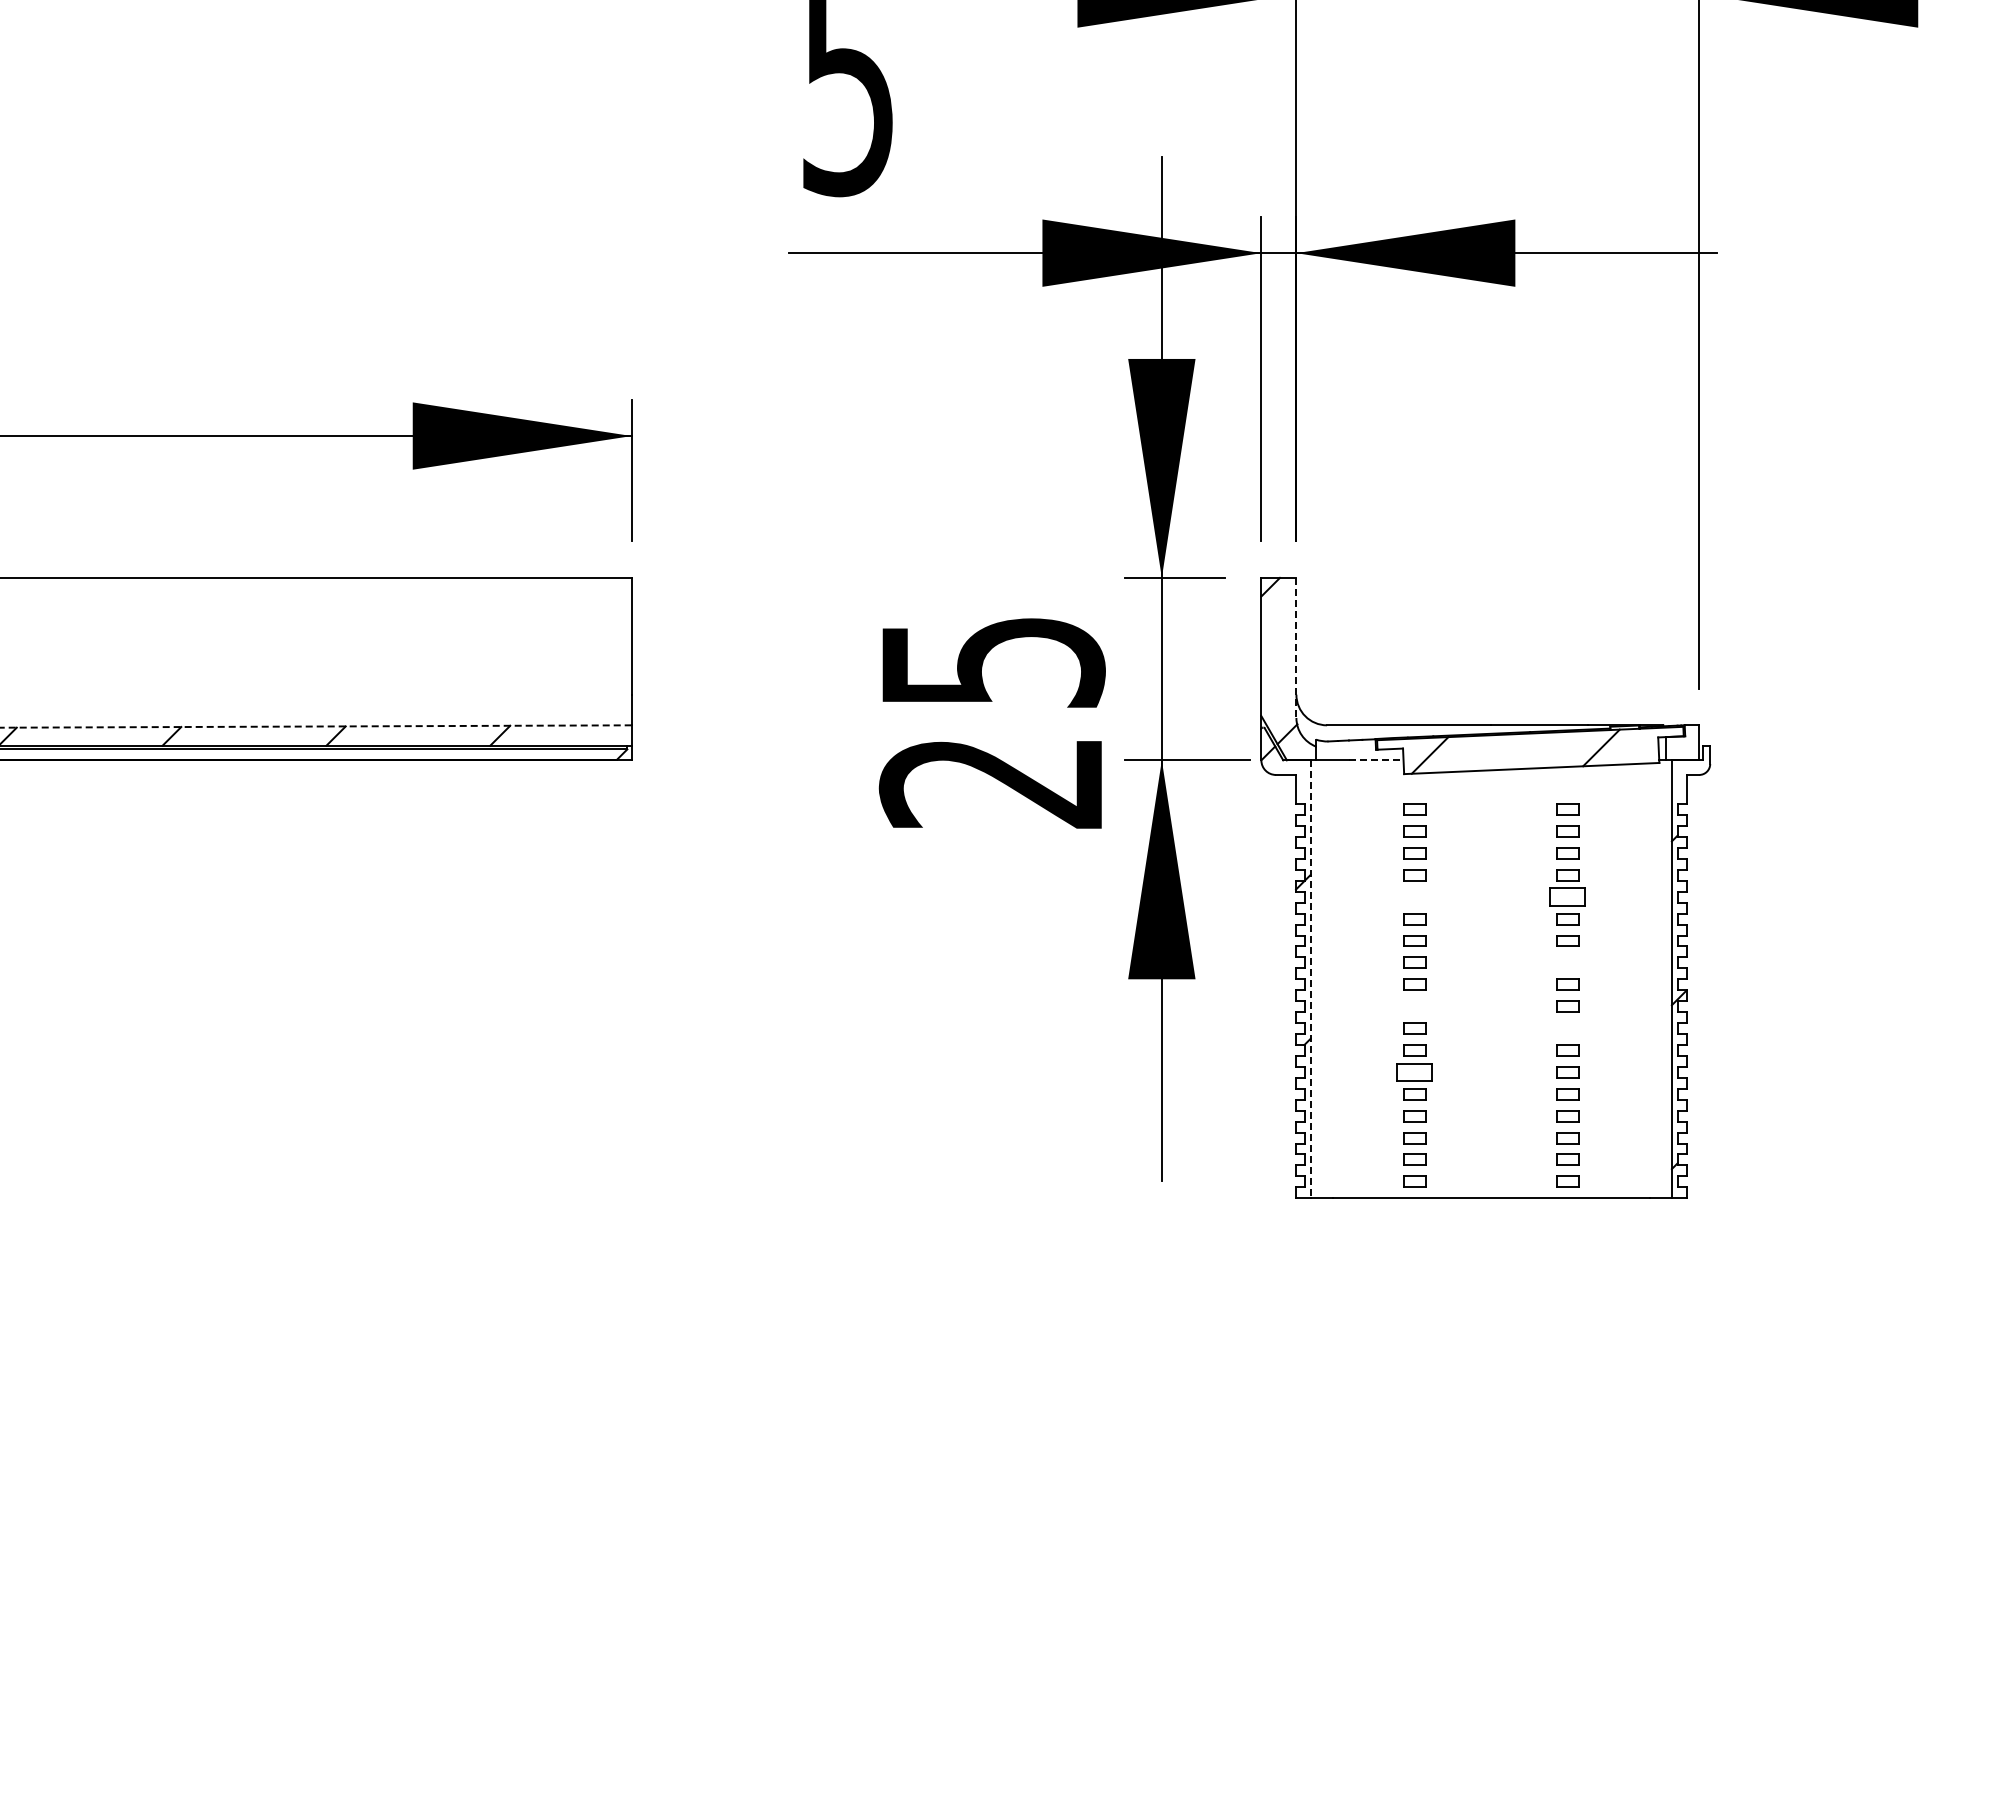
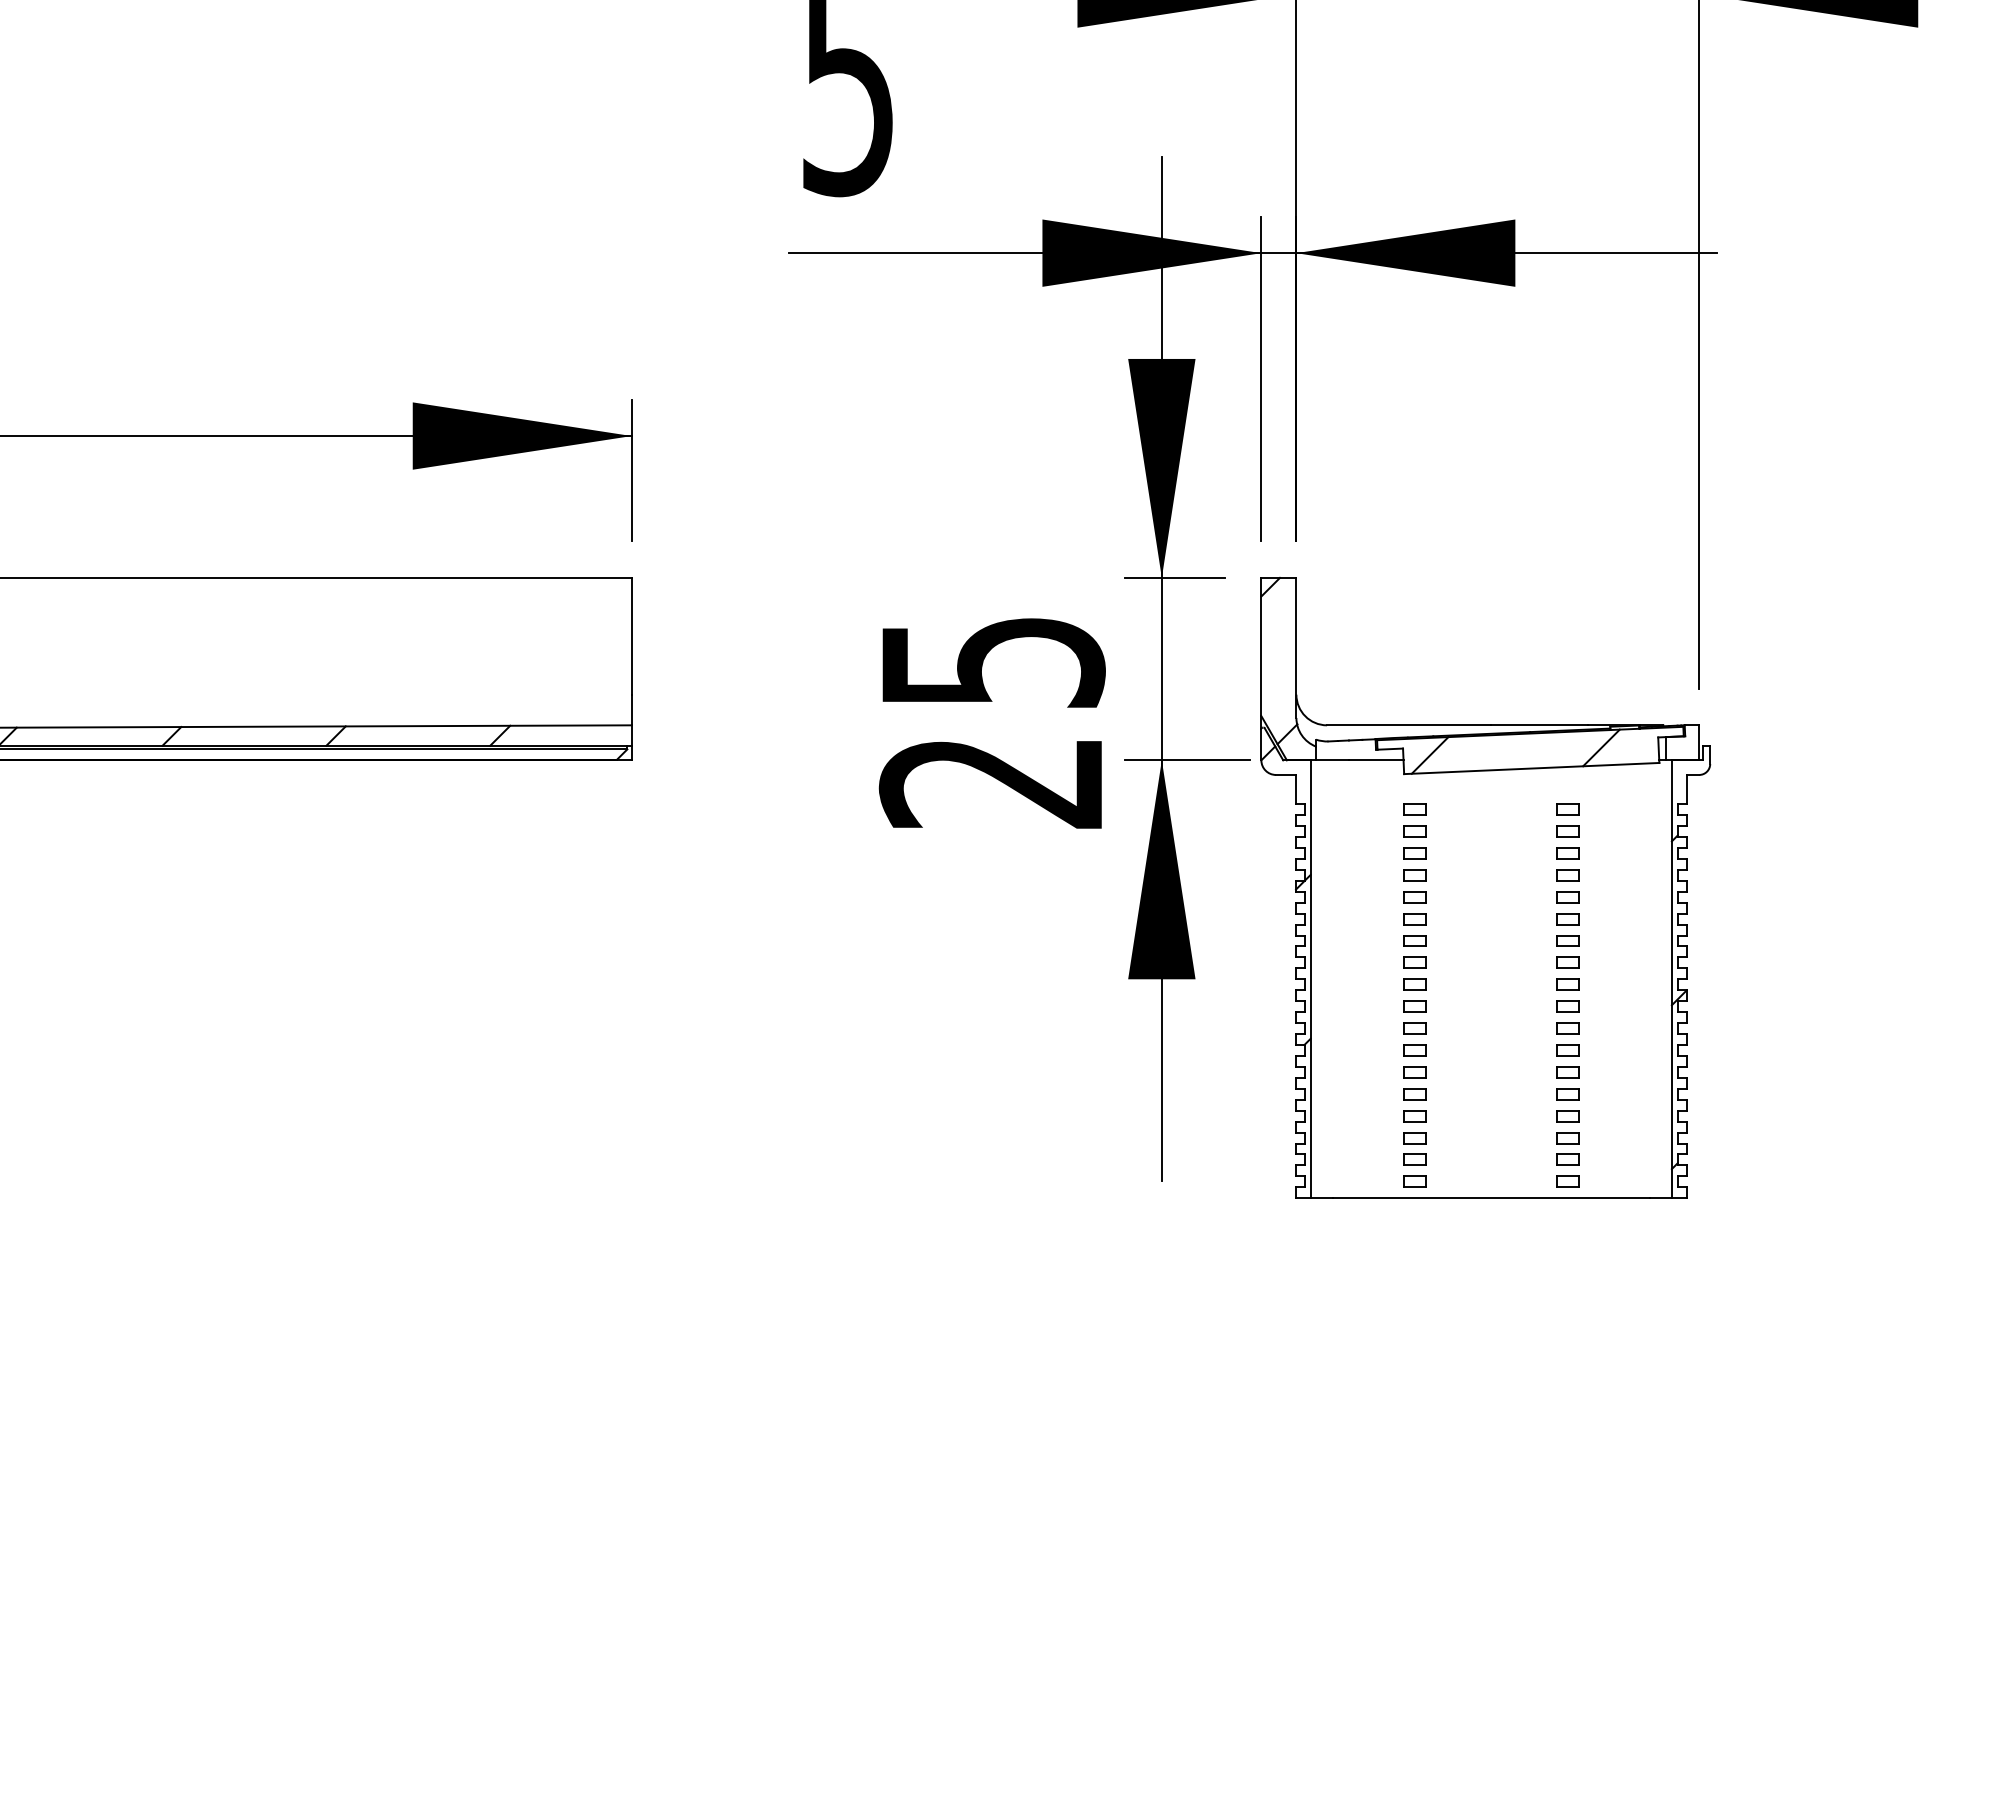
line at (1296, 648): dashed -> solid
line at (316, 726): dashed -> solid
line at (1376, 760): dashed -> solid
part at (1567, 896) size: 37x20 px -> 24x13 px
part at (1414, 897): none -> present
part at (1567, 962): none -> present
line at (1310, 979): dashed -> solid
part at (1414, 1006): none -> present
part at (1567, 1028): none -> present
part at (1414, 1072) size: 37x19 px -> 24x13 px
